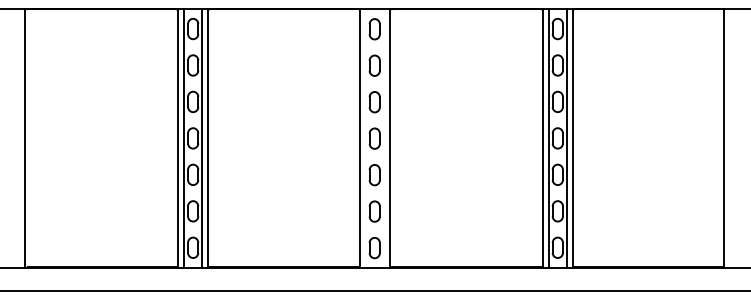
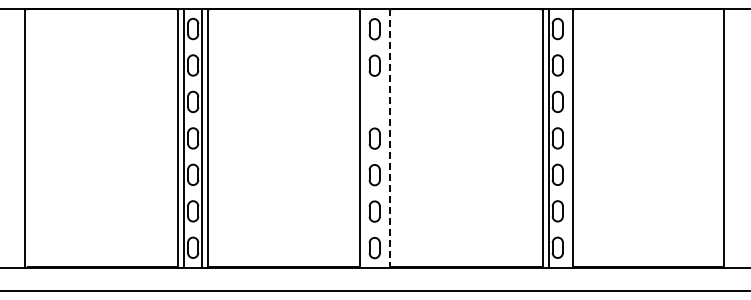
part at (374, 102): present -> none
line at (566, 137): present -> none
line at (389, 138): solid -> dashed
